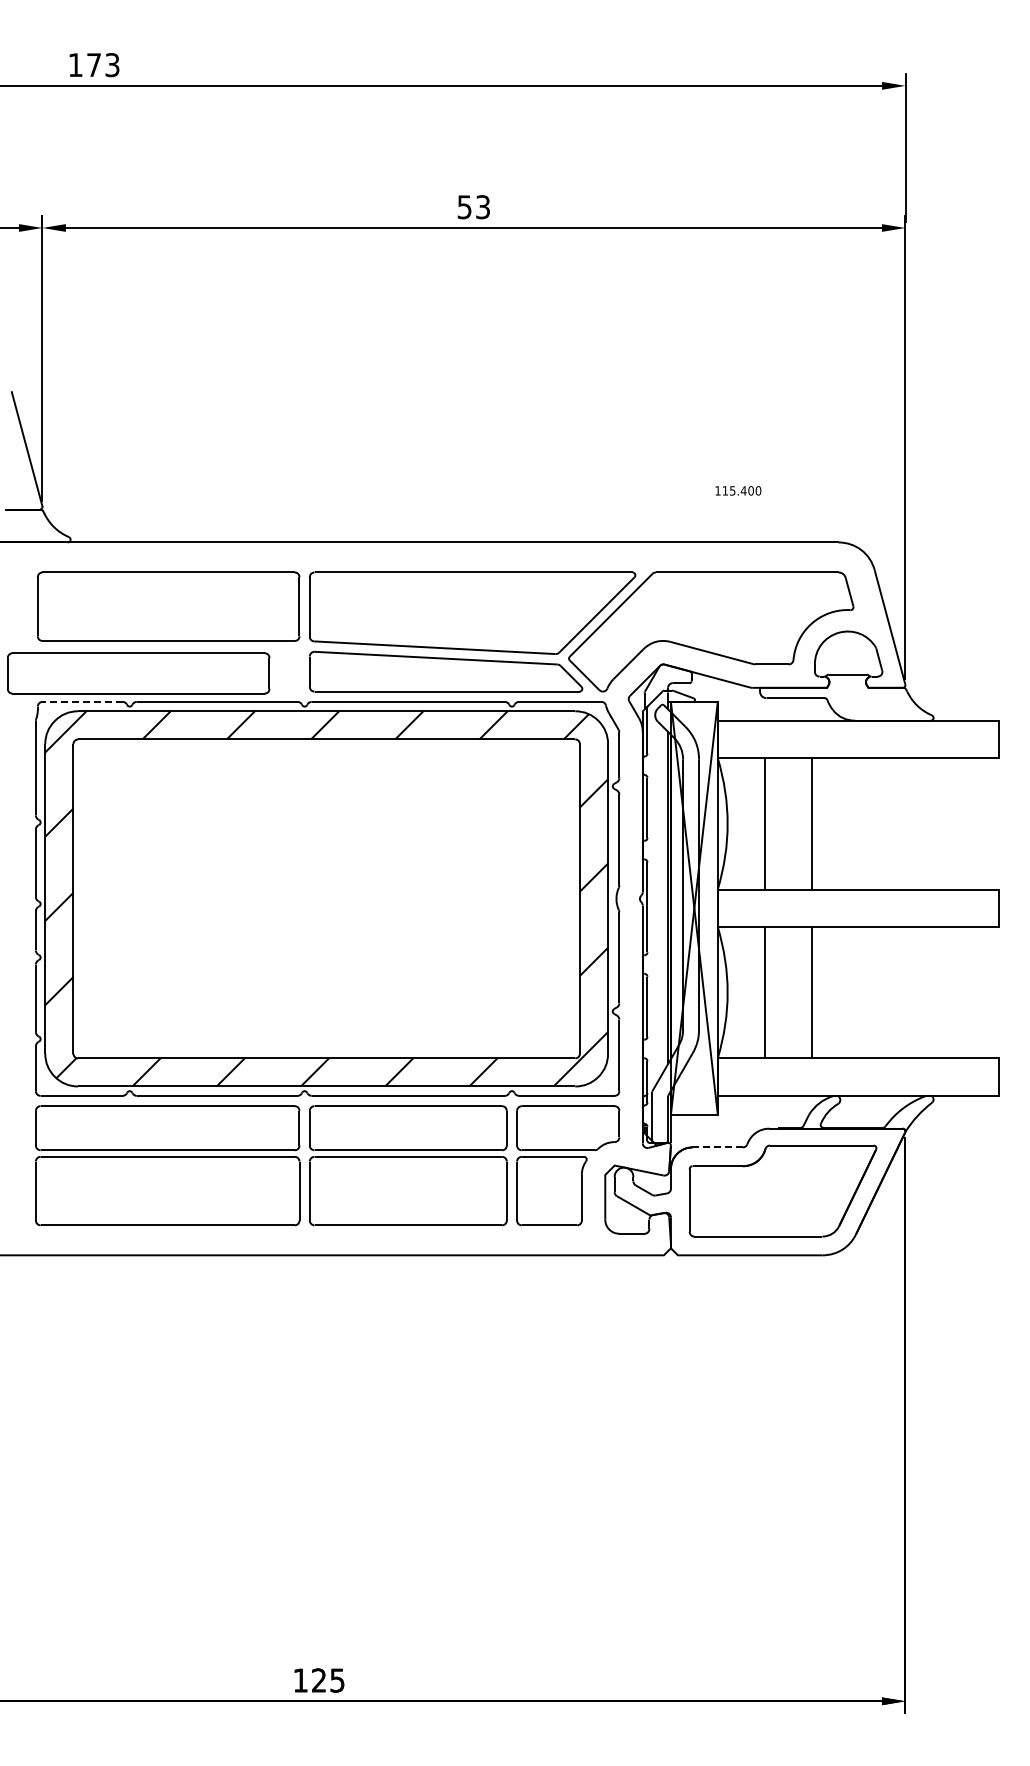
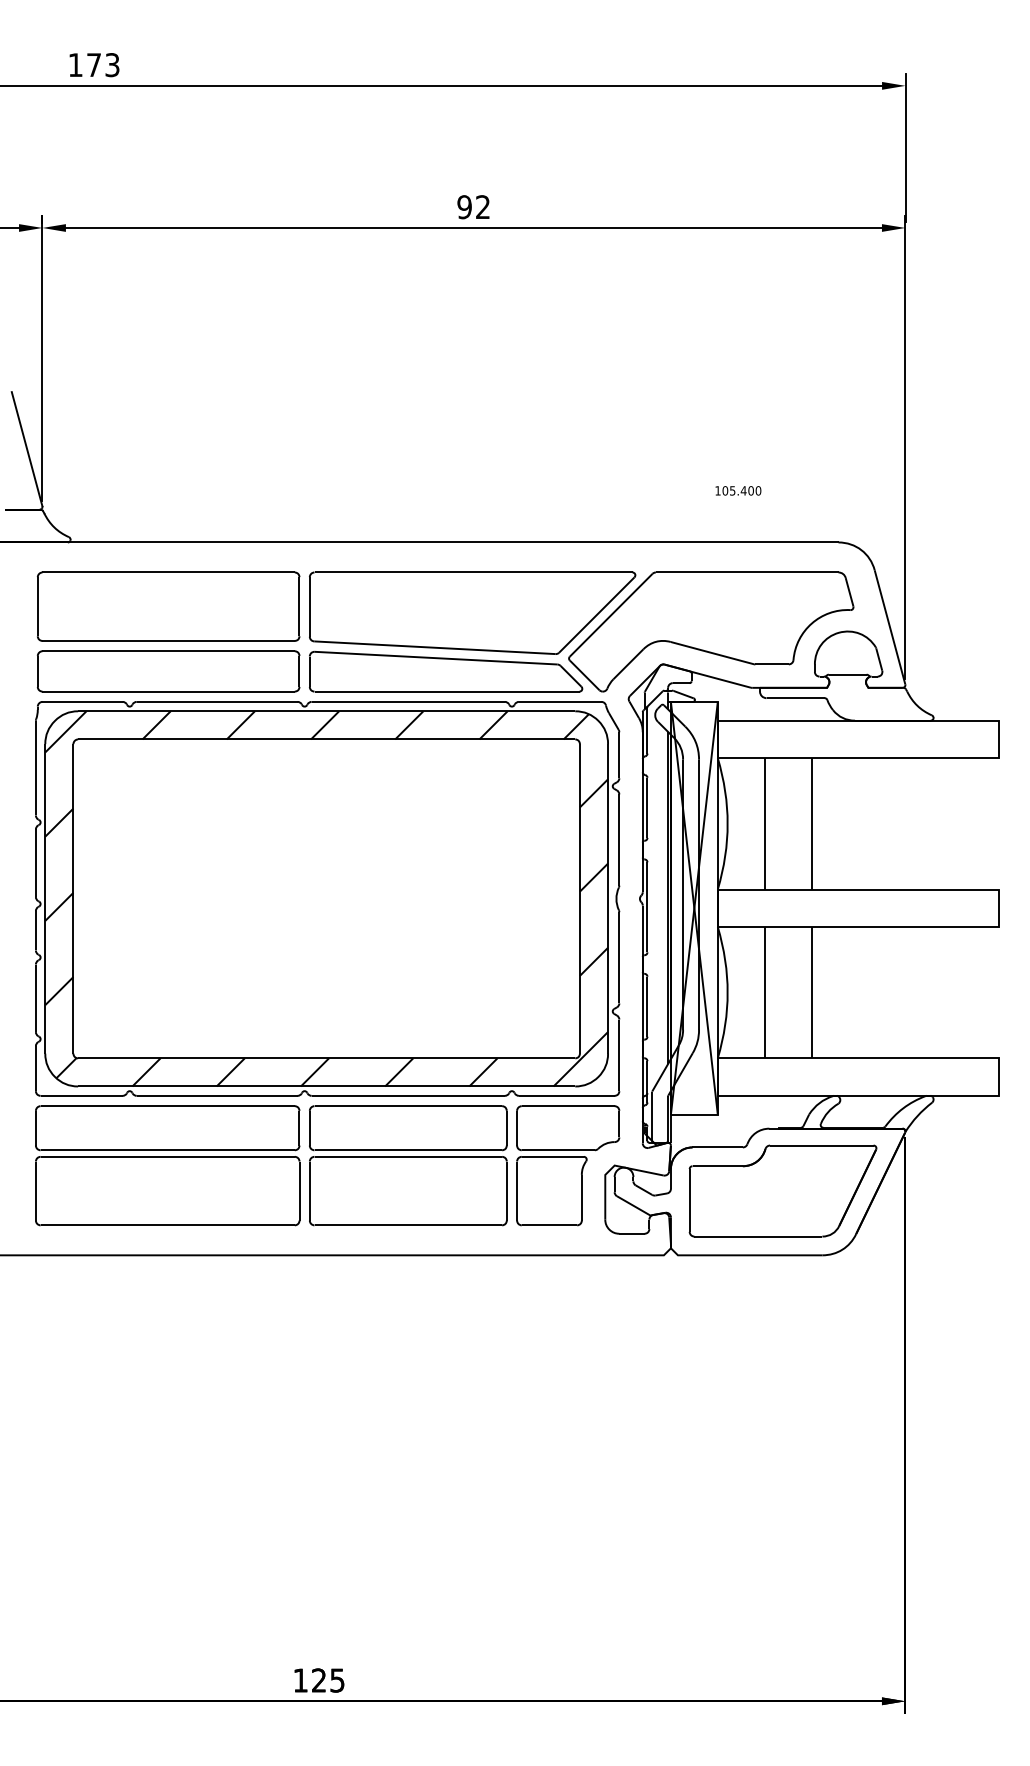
text at (473, 207): 53 -> 92
text at (725, 490): 115.400 -> 105.400
part at (138, 673) position: (138, 673) -> (168, 671)
line at (82, 701): dashed -> solid
line at (717, 1147): dashed -> solid
